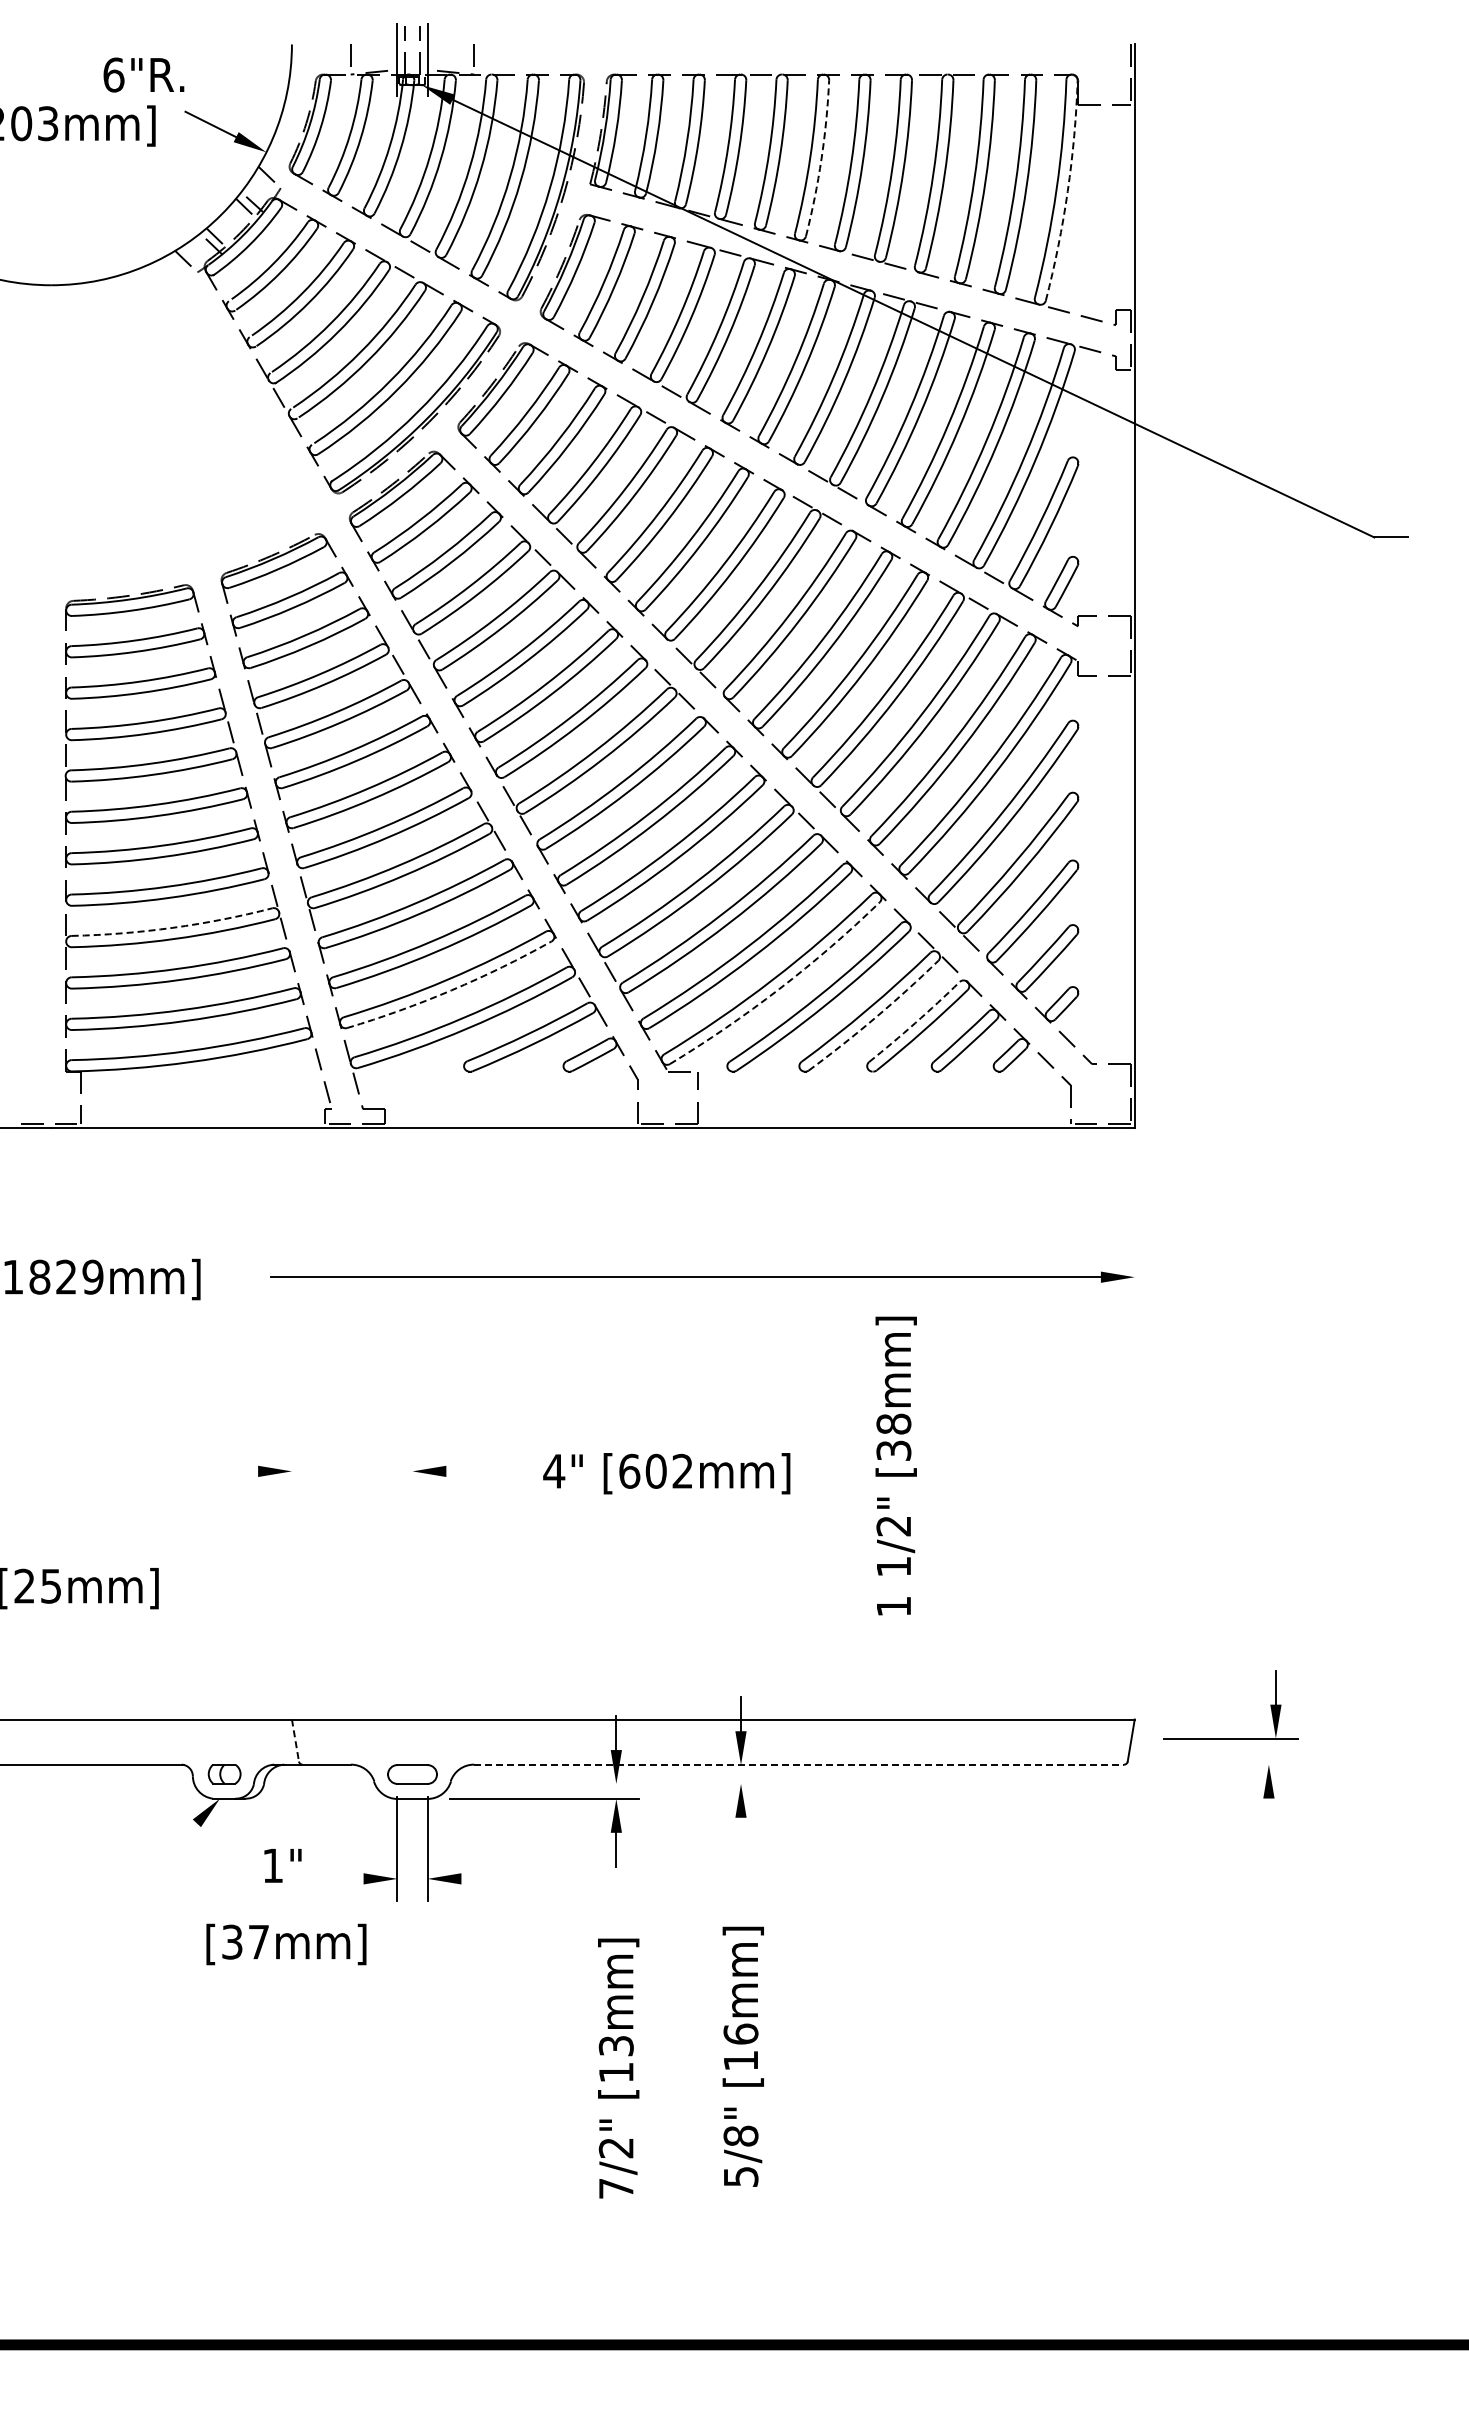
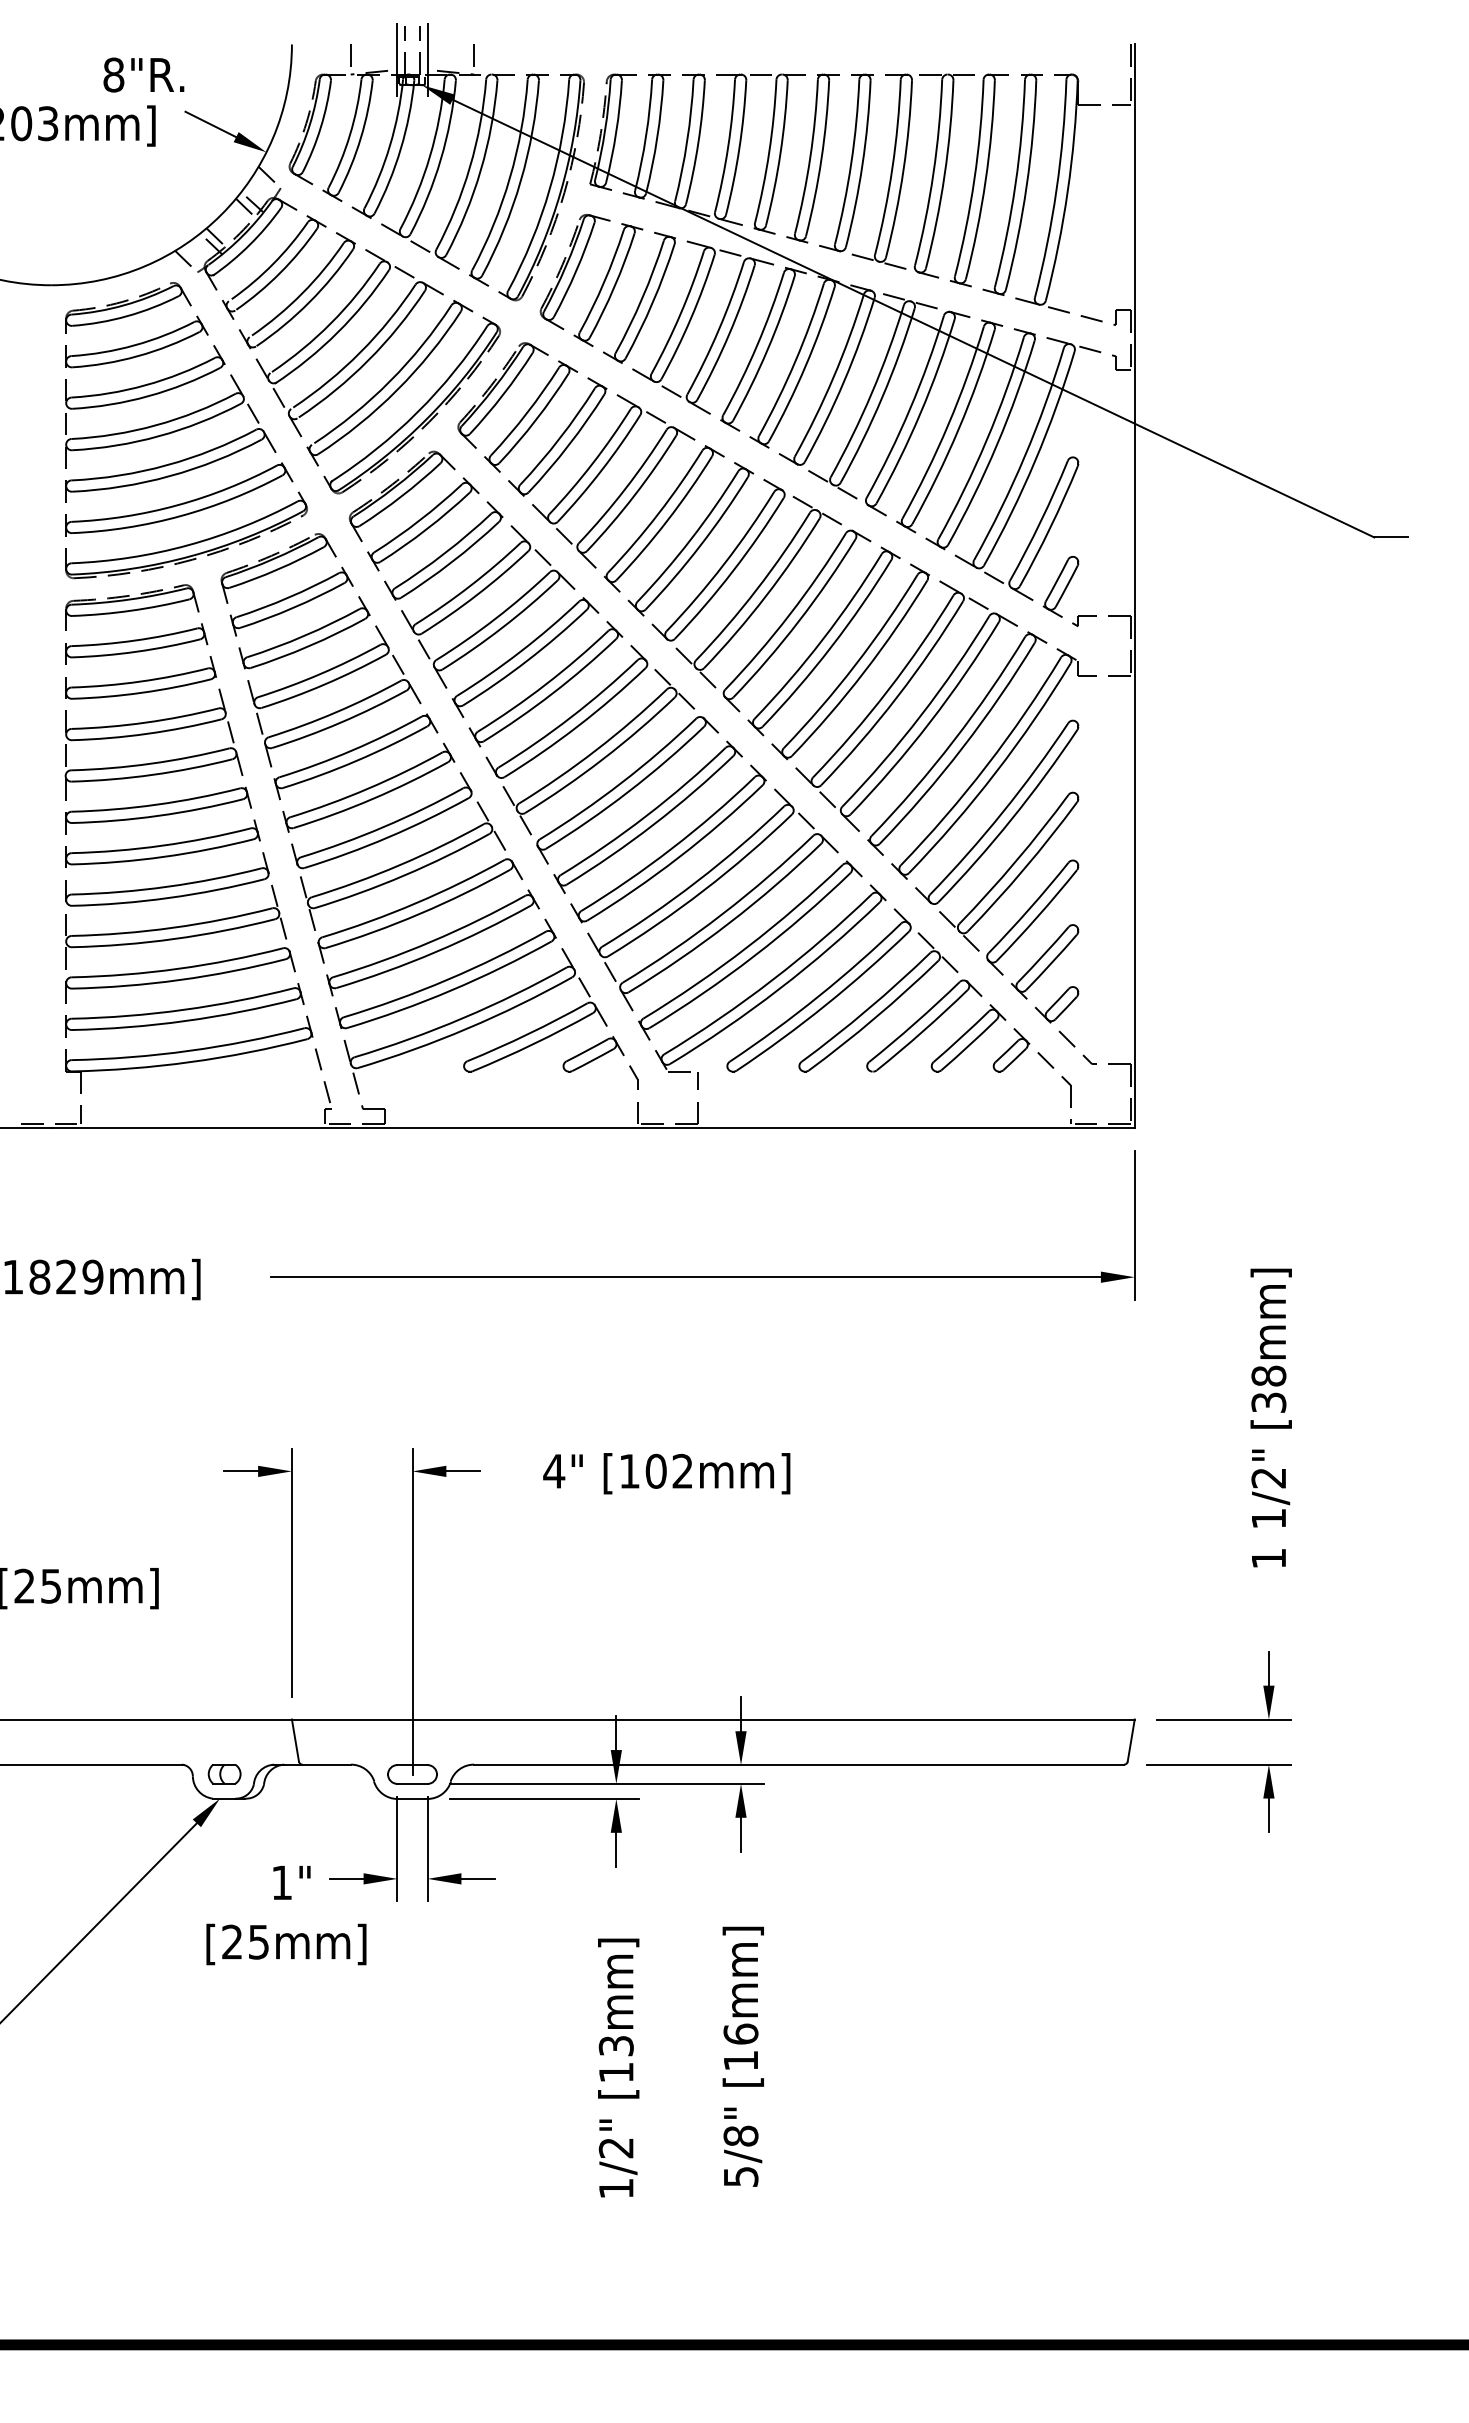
text at (113, 74): 6"R. -> 8"R.
arc at (821, 158): dashed -> solid
arc at (1067, 191): dashed -> solid
part at (186, 430): none -> present
arc at (172, 927): dashed -> solid
arc at (779, 989): dashed -> solid
arc at (451, 990): dashed -> solid
arc at (875, 1017): dashed -> solid
arc at (915, 1023): dashed -> solid
line at (1134, 1224): none -> present
text at (895, 1465) position: (895, 1465) -> (1270, 1417)
text at (629, 1470): [602mm] -> [102mm]
line at (241, 1471): none -> present
line at (463, 1471): none -> present
line at (291, 1572): none -> present
line at (412, 1611): none -> present
part at (1230, 1738) position: (1230, 1738) -> (1223, 1719)
line at (295, 1741): dashed -> solid
line at (799, 1764): dashed -> solid
line at (1218, 1764): none -> present
line at (606, 1783): none -> present
line at (1268, 1815): none -> present
line at (741, 1834): none -> present
text at (282, 1865) position: (282, 1865) -> (291, 1882)
line at (346, 1878): none -> present
line at (478, 1878): none -> present
line at (99, 1922): none -> present
text at (245, 1941): [37mm] -> [25mm]
text at (616, 2188): 7/2" -> 1/2"
